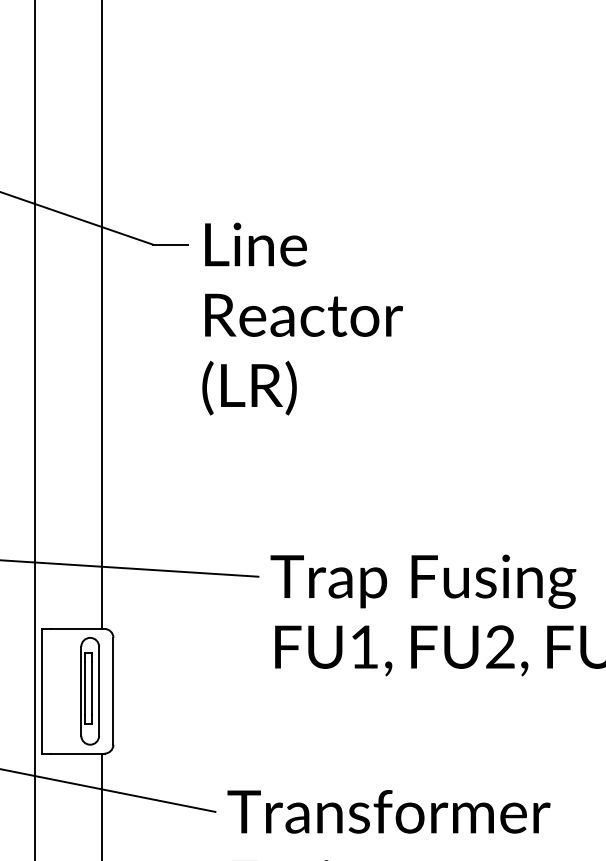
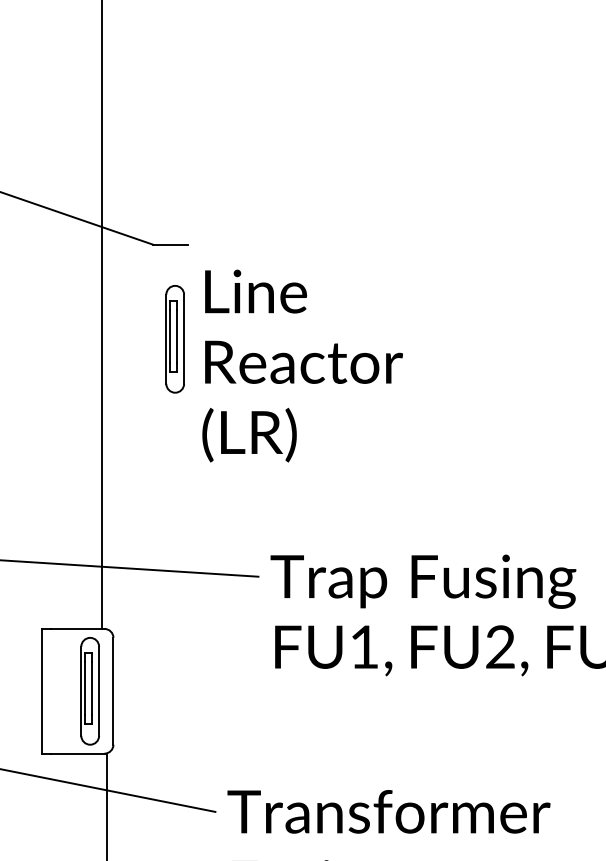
text at (302, 318) position: (302, 318) -> (302, 365)
part at (174, 339): none -> present
line at (35, 429): present -> none
line at (101, 805) position: (101, 805) -> (106, 805)
